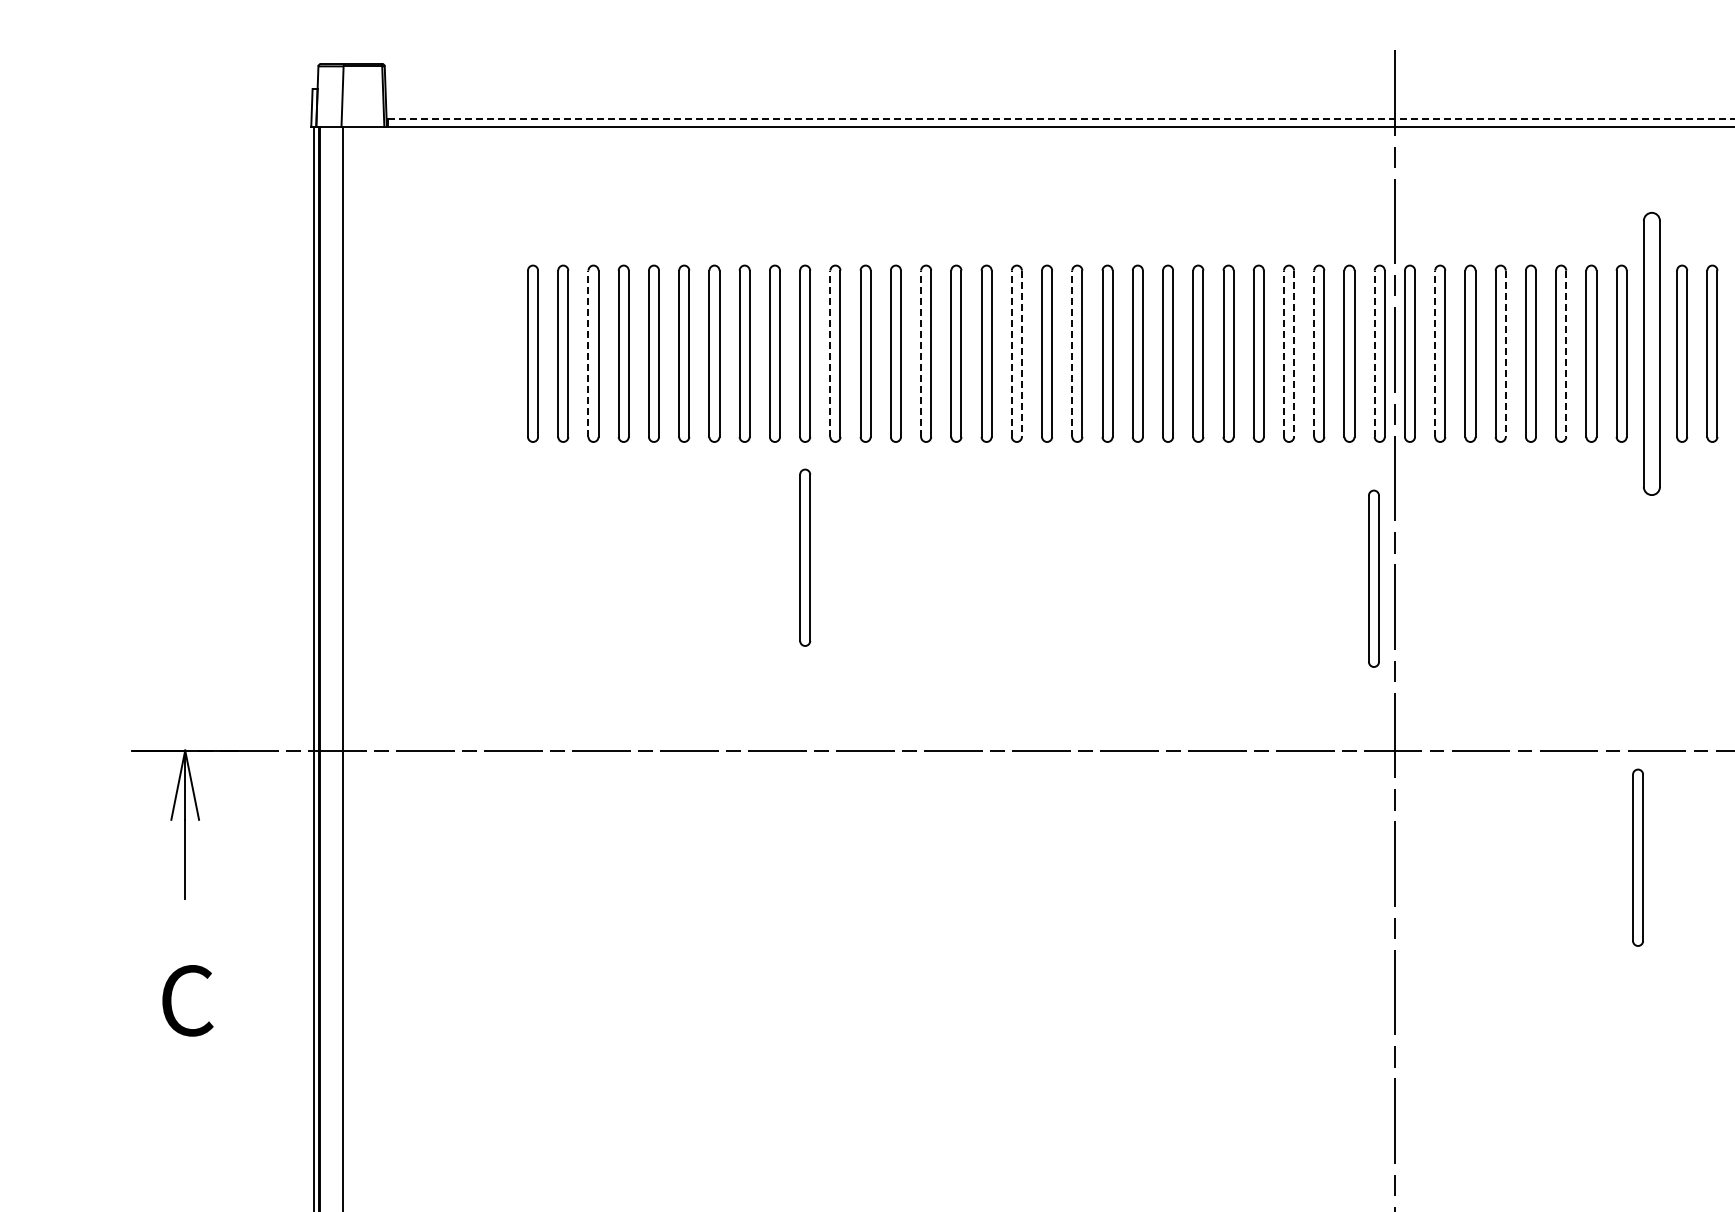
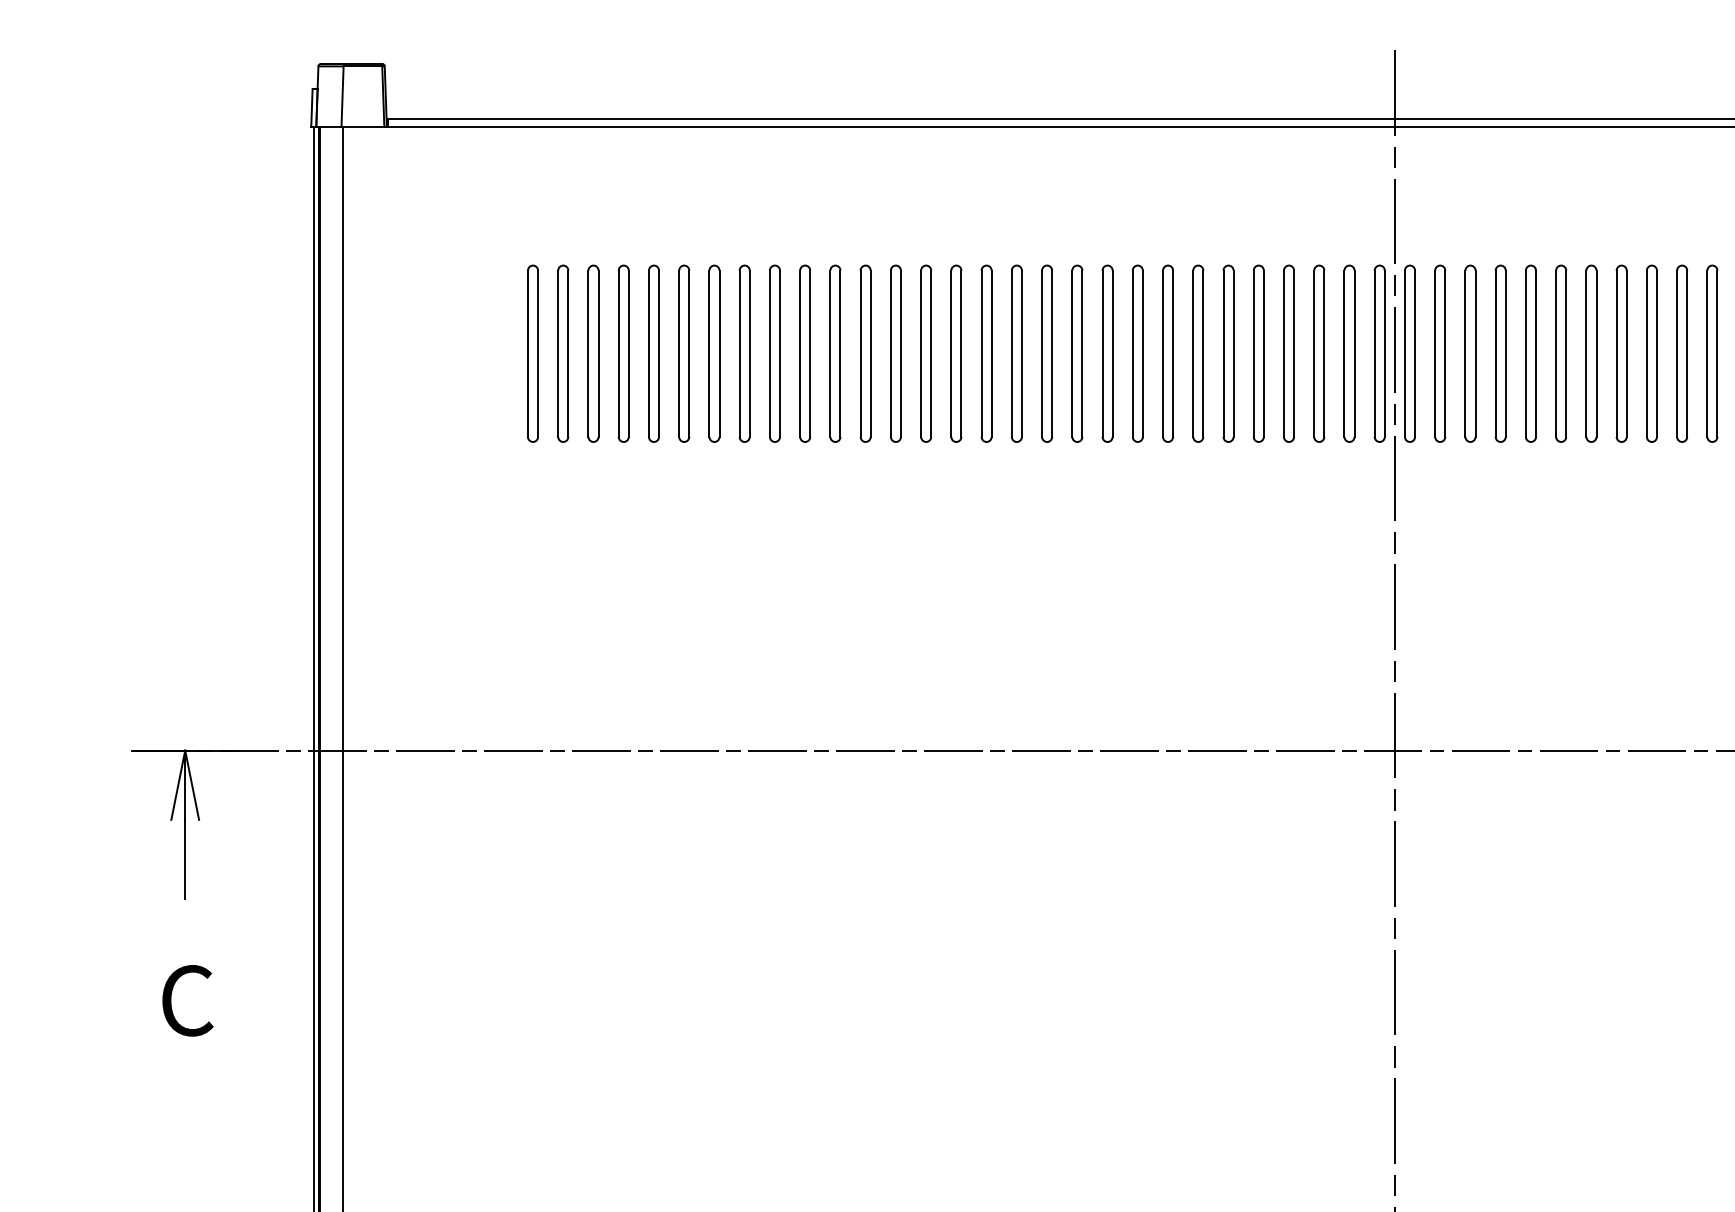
line at (1061, 119): dashed -> solid
line at (588, 353): dashed -> solid
line at (830, 353): dashed -> solid
line at (921, 353): dashed -> solid
line at (1011, 353): dashed -> solid
line at (1072, 353): dashed -> solid
line at (1284, 353): dashed -> solid
line at (1314, 353): dashed -> solid
line at (1374, 353): dashed -> solid
line at (1435, 353): dashed -> solid
part at (1651, 353) size: 18x284 px -> 12x179 px
line at (1021, 354): dashed -> solid
line at (1294, 354): dashed -> solid
line at (1505, 354): dashed -> solid
line at (1566, 354): dashed -> solid
part at (805, 557): present -> none
part at (1373, 578): present -> none
part at (1637, 857): present -> none
